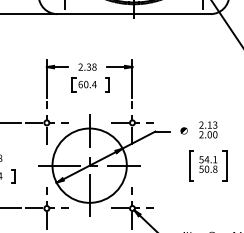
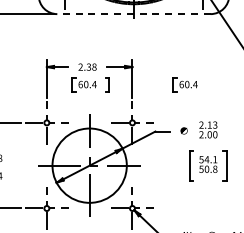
line at (133, 14): solid -> dashed
part at (184, 84): none -> present
part at (13, 176): present -> none
